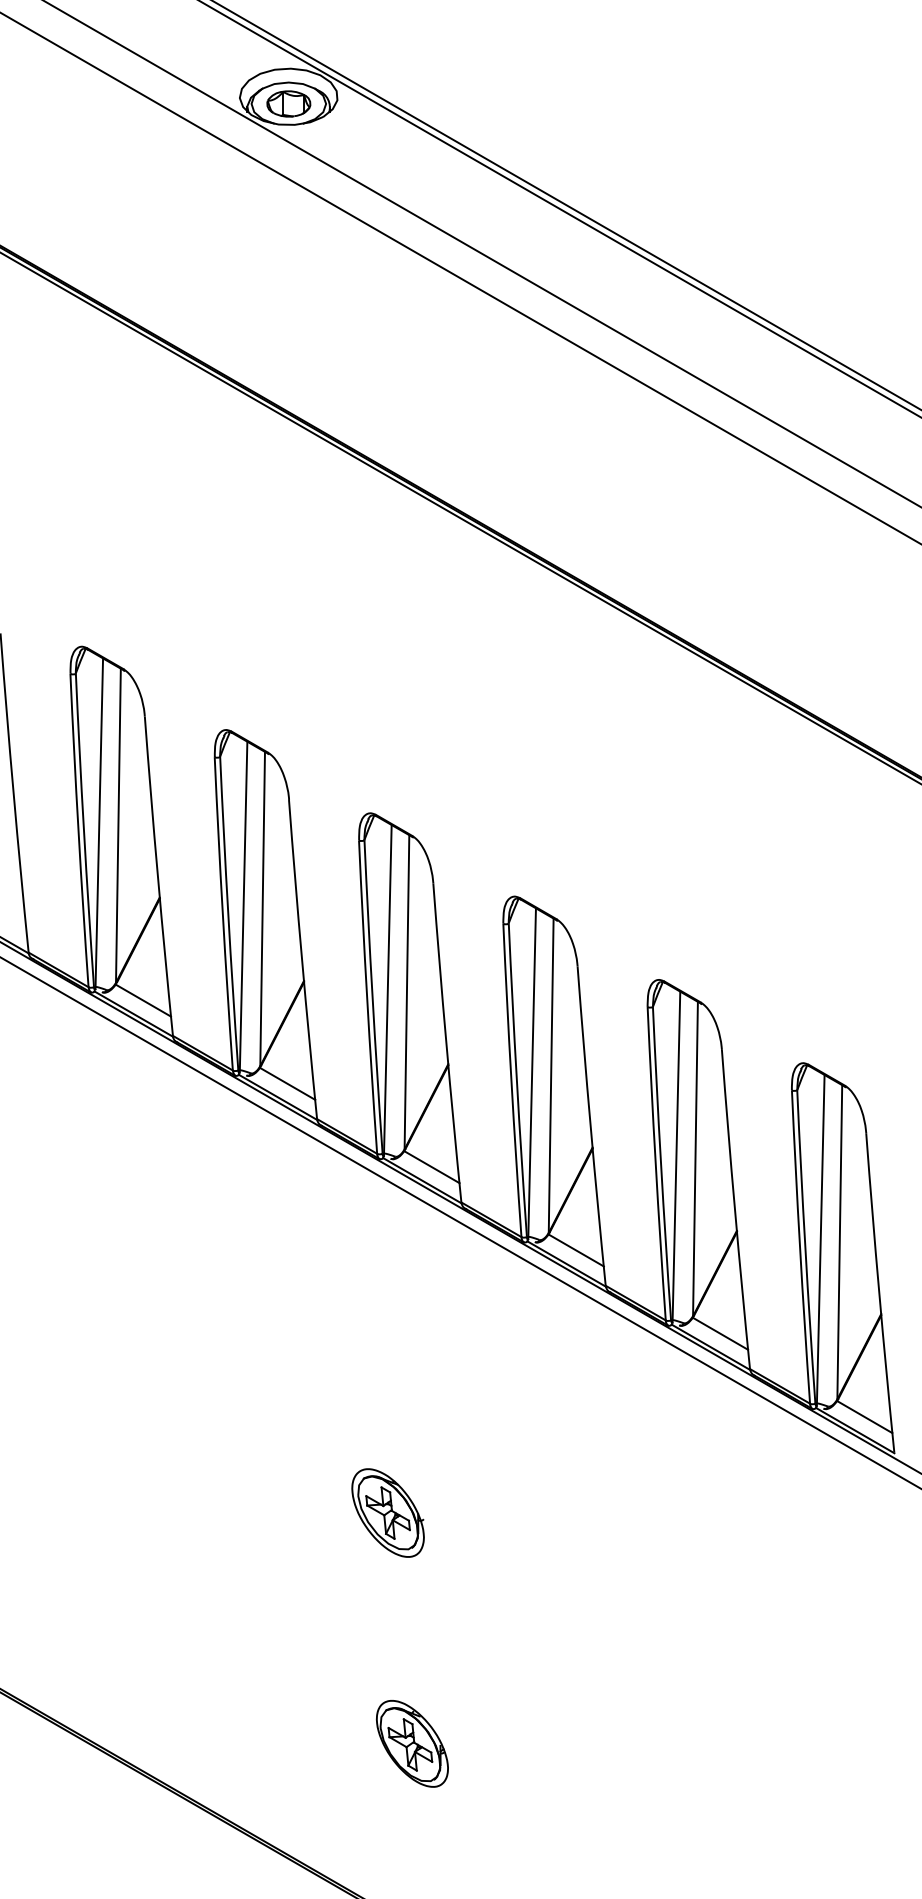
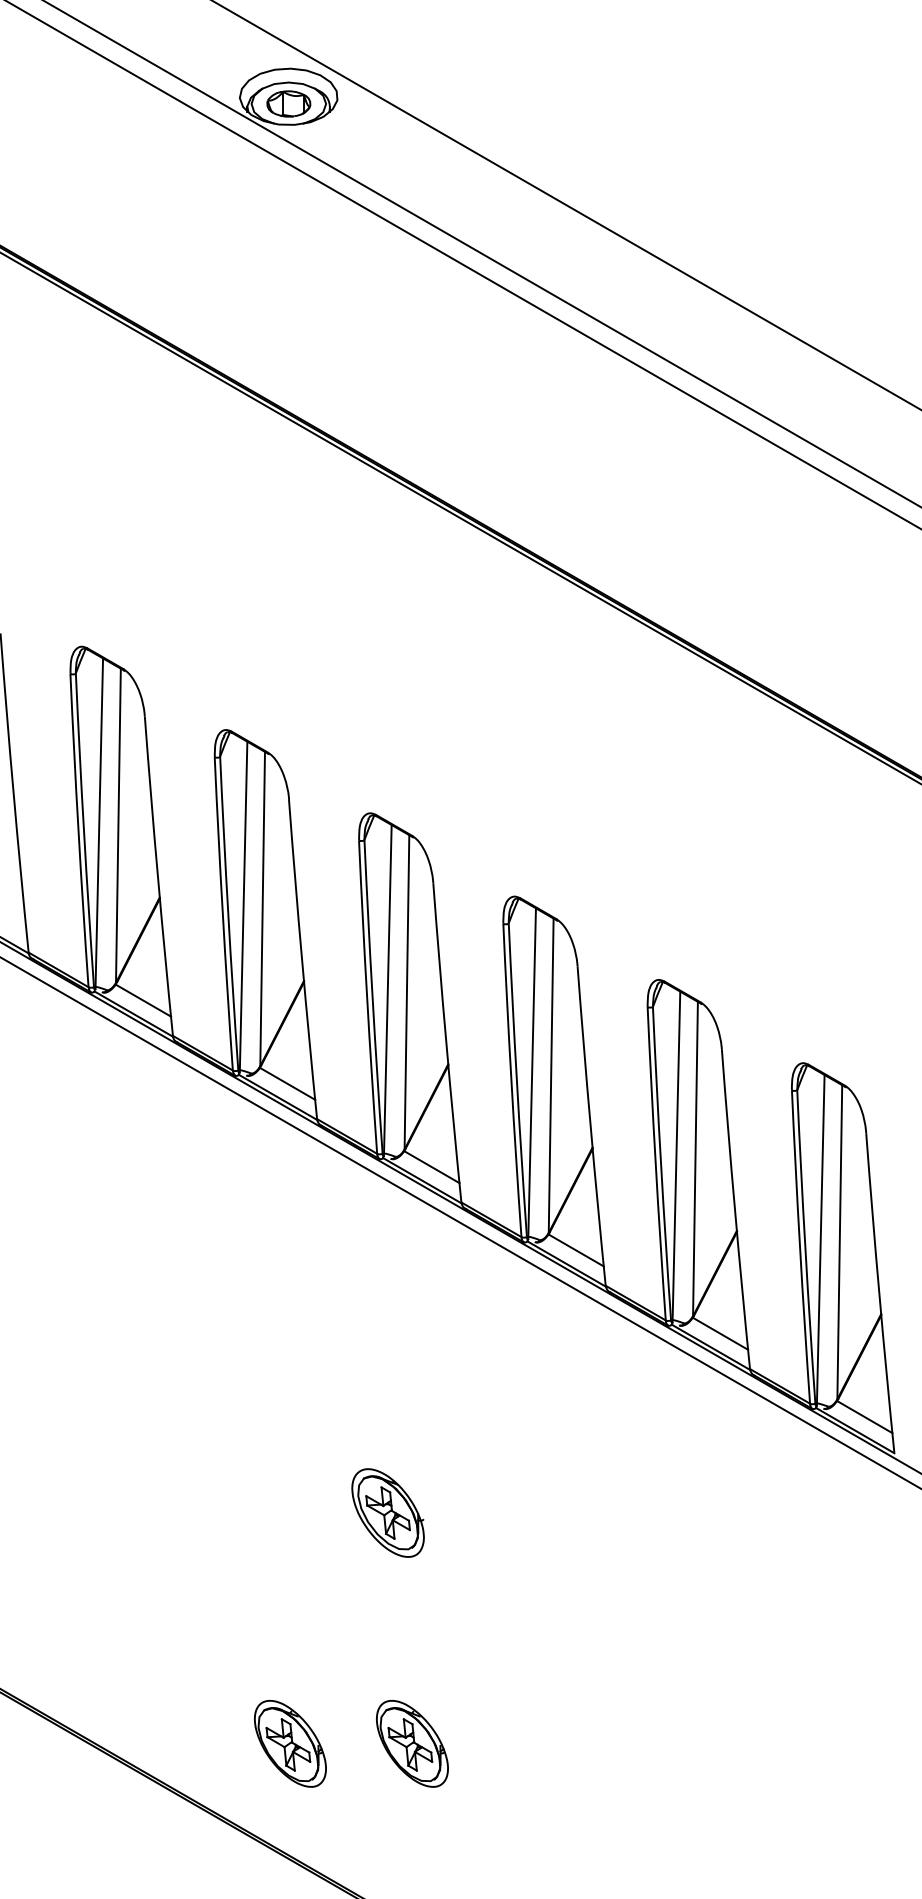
line at (559, 209): present -> none
line at (460, 277) position: (460, 277) -> (463, 264)
part at (290, 1743): none -> present
